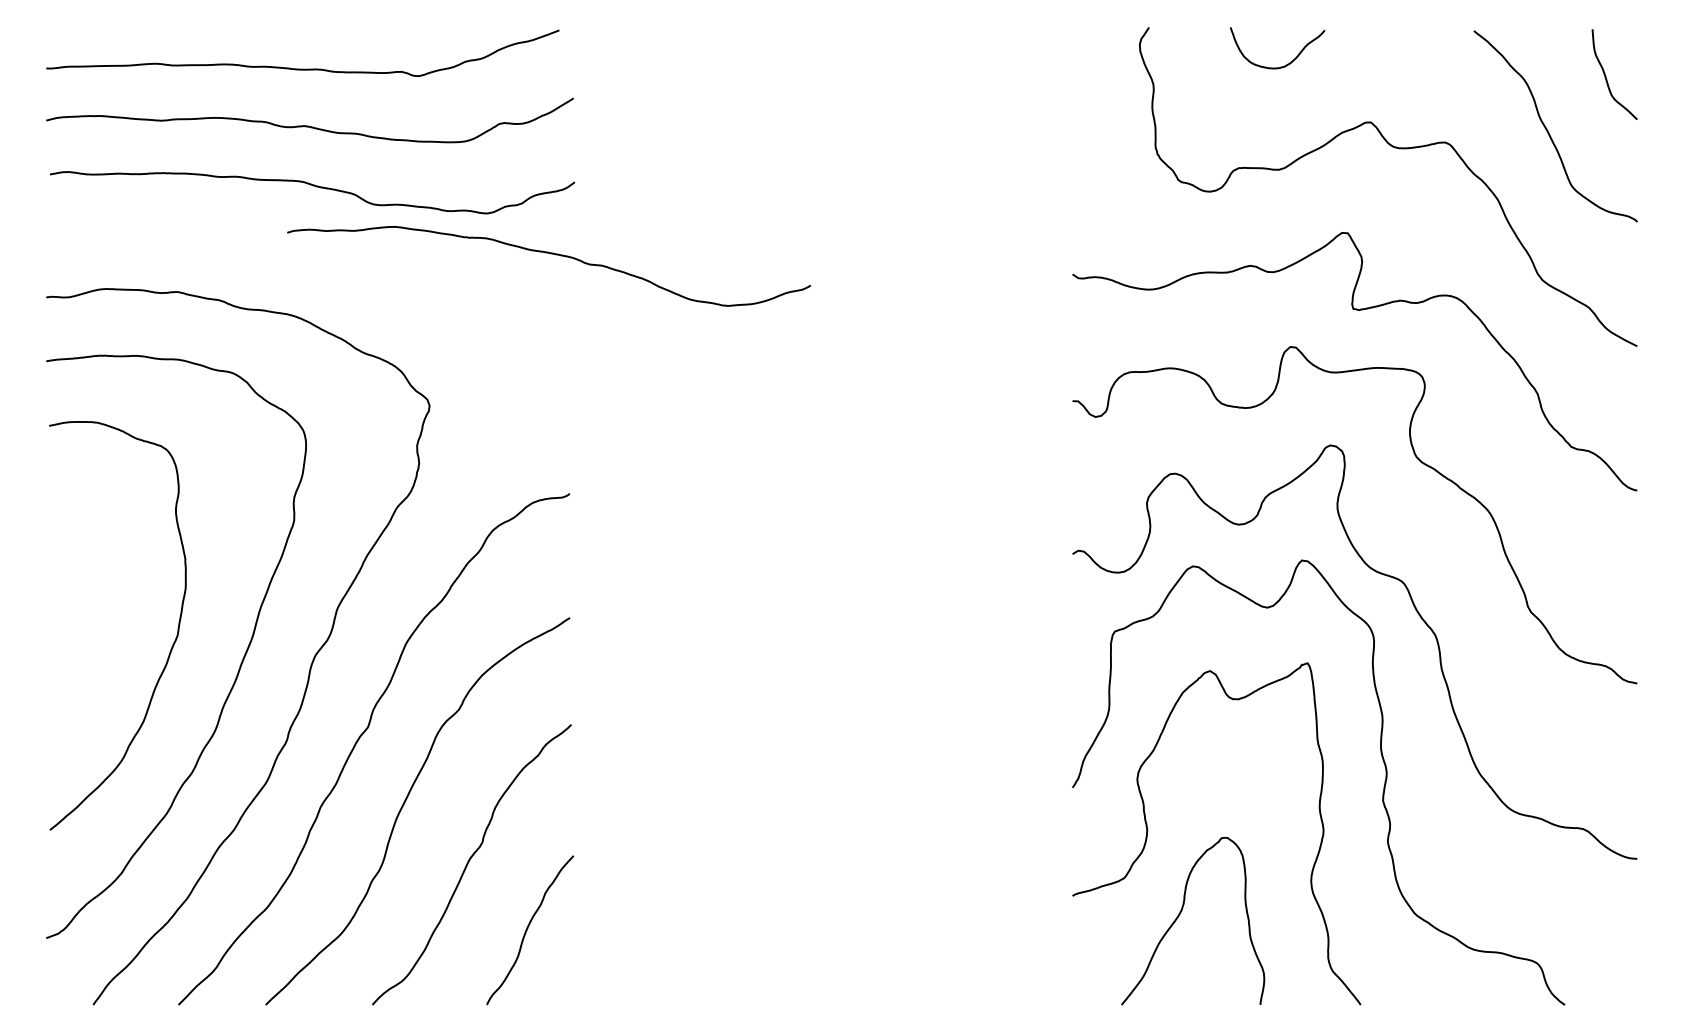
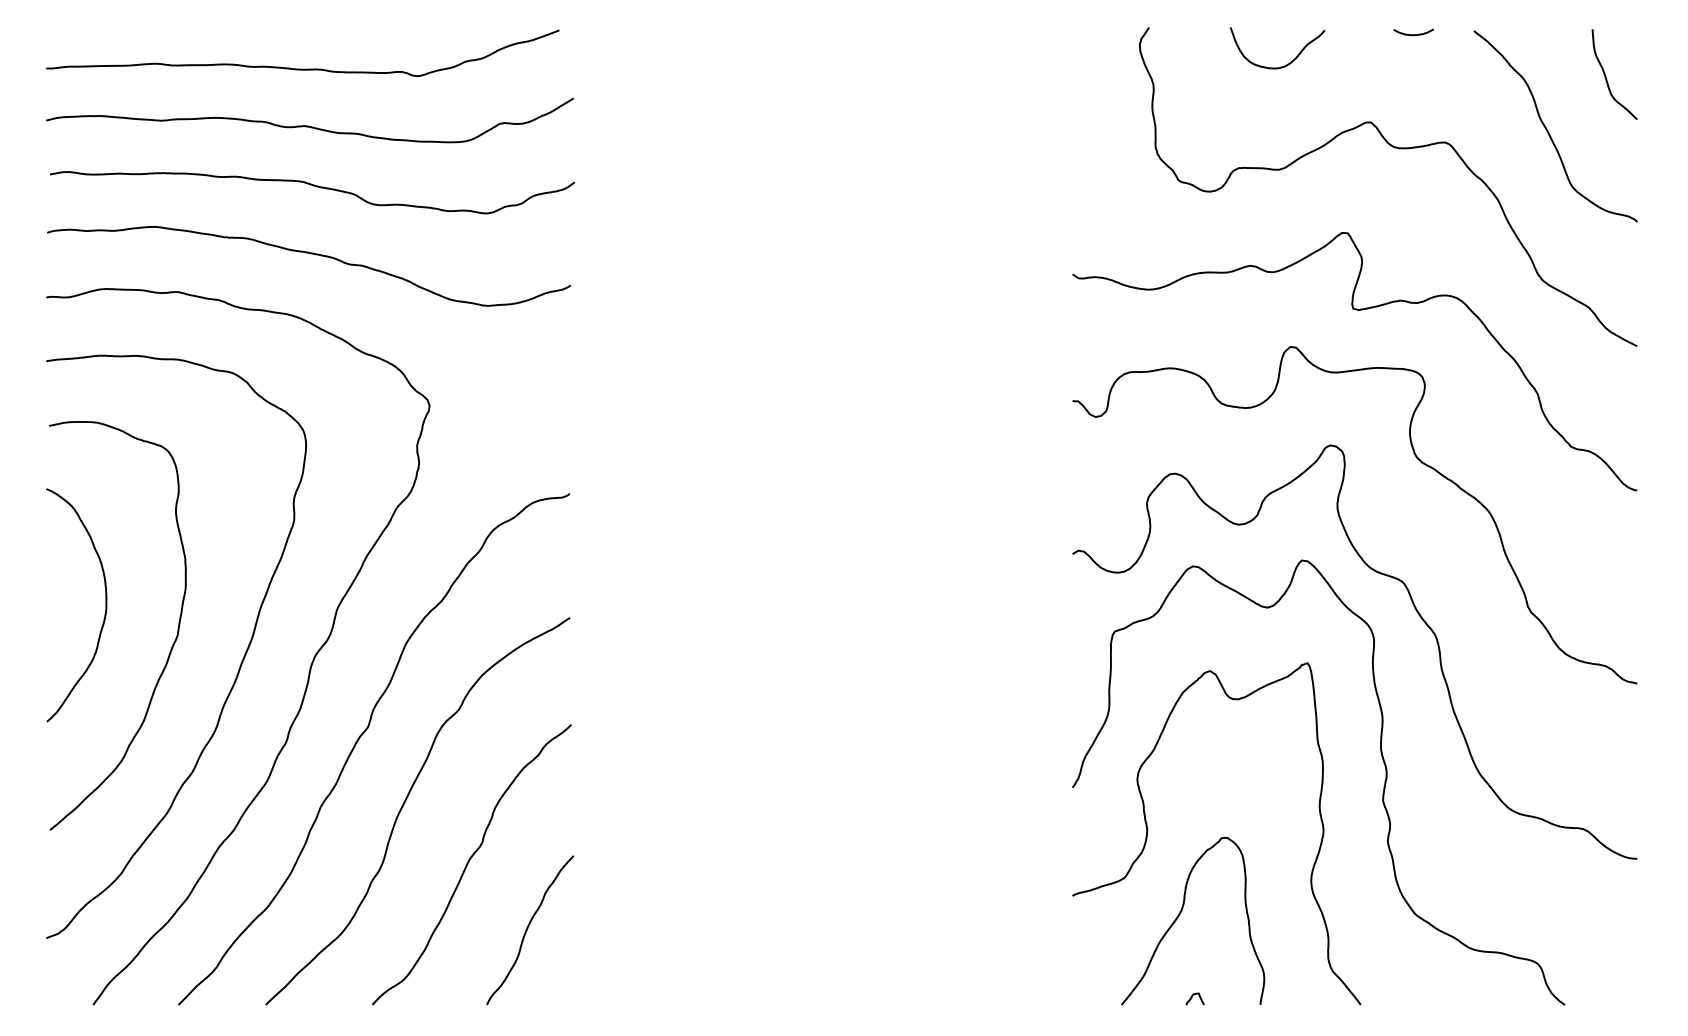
curve at (1413, 34): none -> present
curve at (550, 254) position: (550, 254) -> (310, 254)
curve at (105, 605): none -> present
curve at (1193, 996): none -> present
